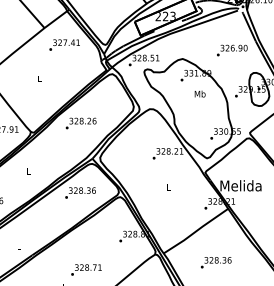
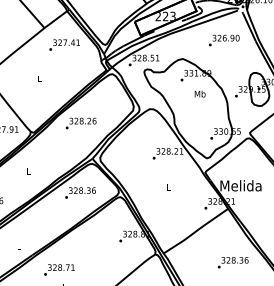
text at (232, 50) position: (232, 50) -> (224, 40)
text at (216, 262) position: (216, 262) -> (233, 262)
text at (86, 269) position: (86, 269) -> (59, 269)
